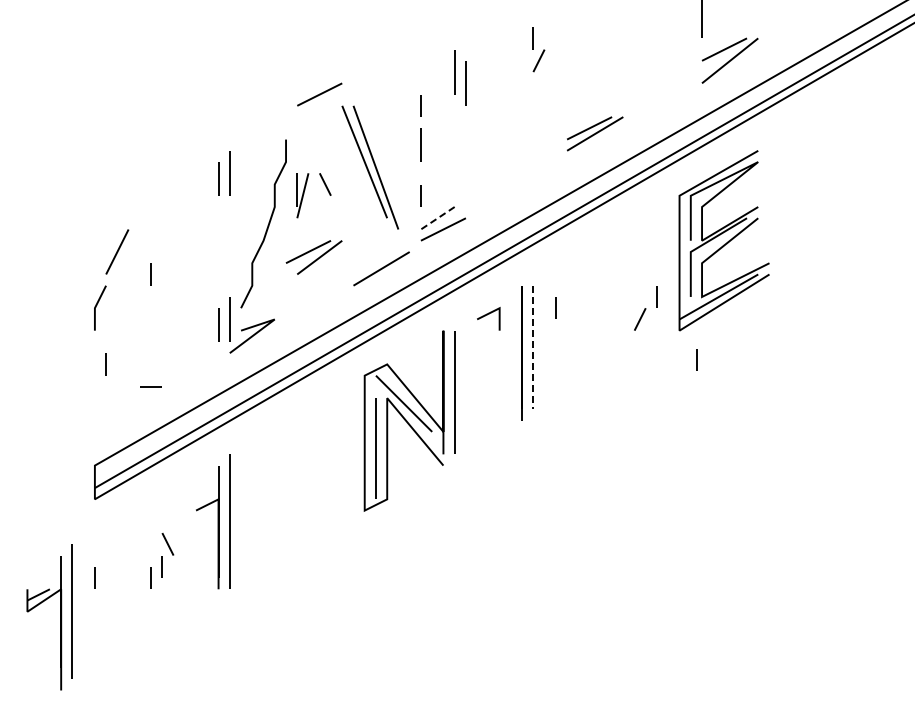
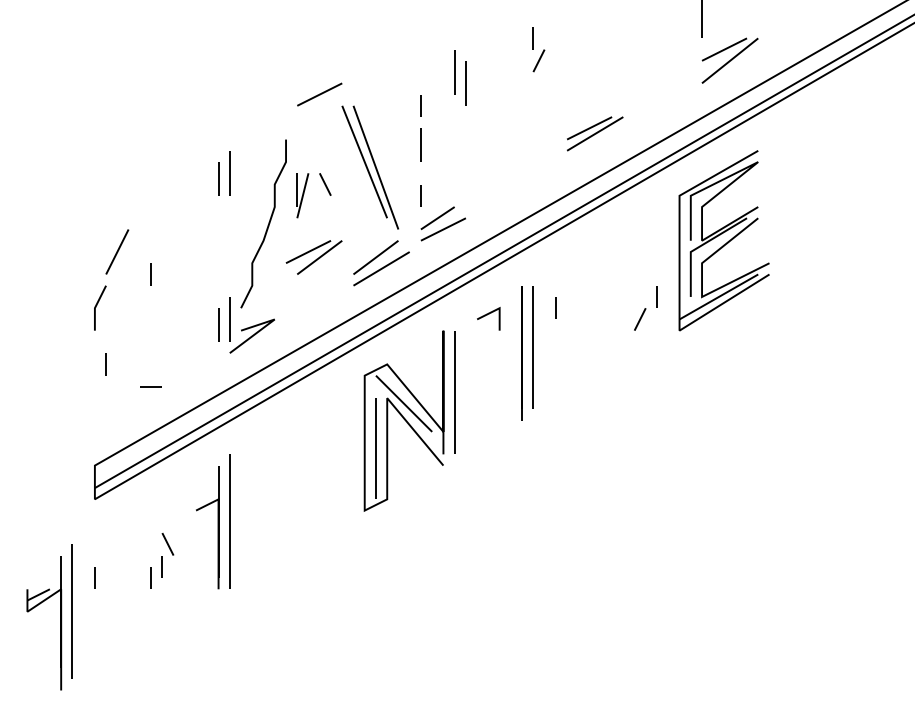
line at (437, 218): dashed -> solid
line at (375, 257): none -> present
line at (533, 347): dashed -> solid
line at (696, 359): present -> none
